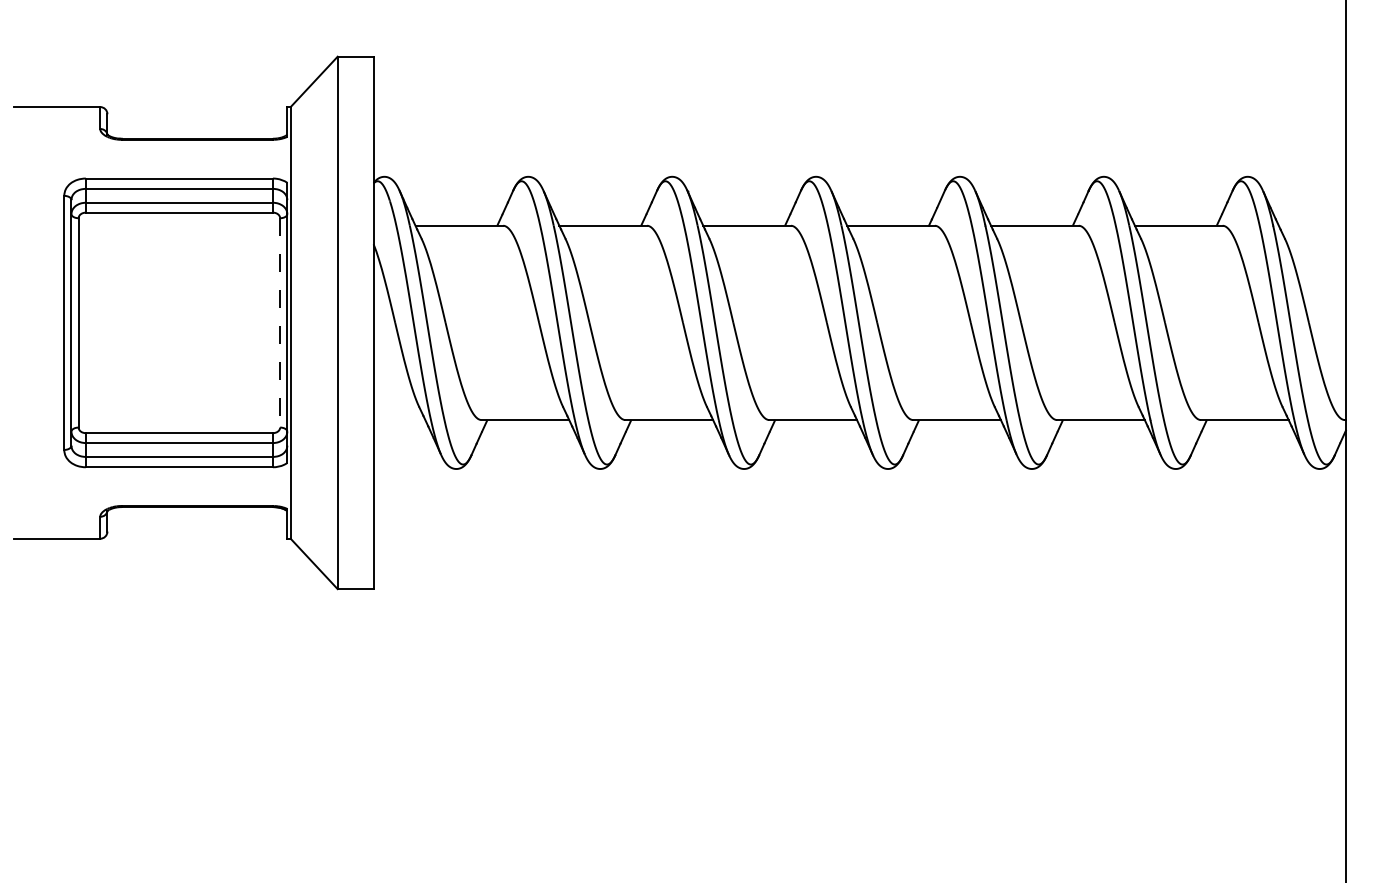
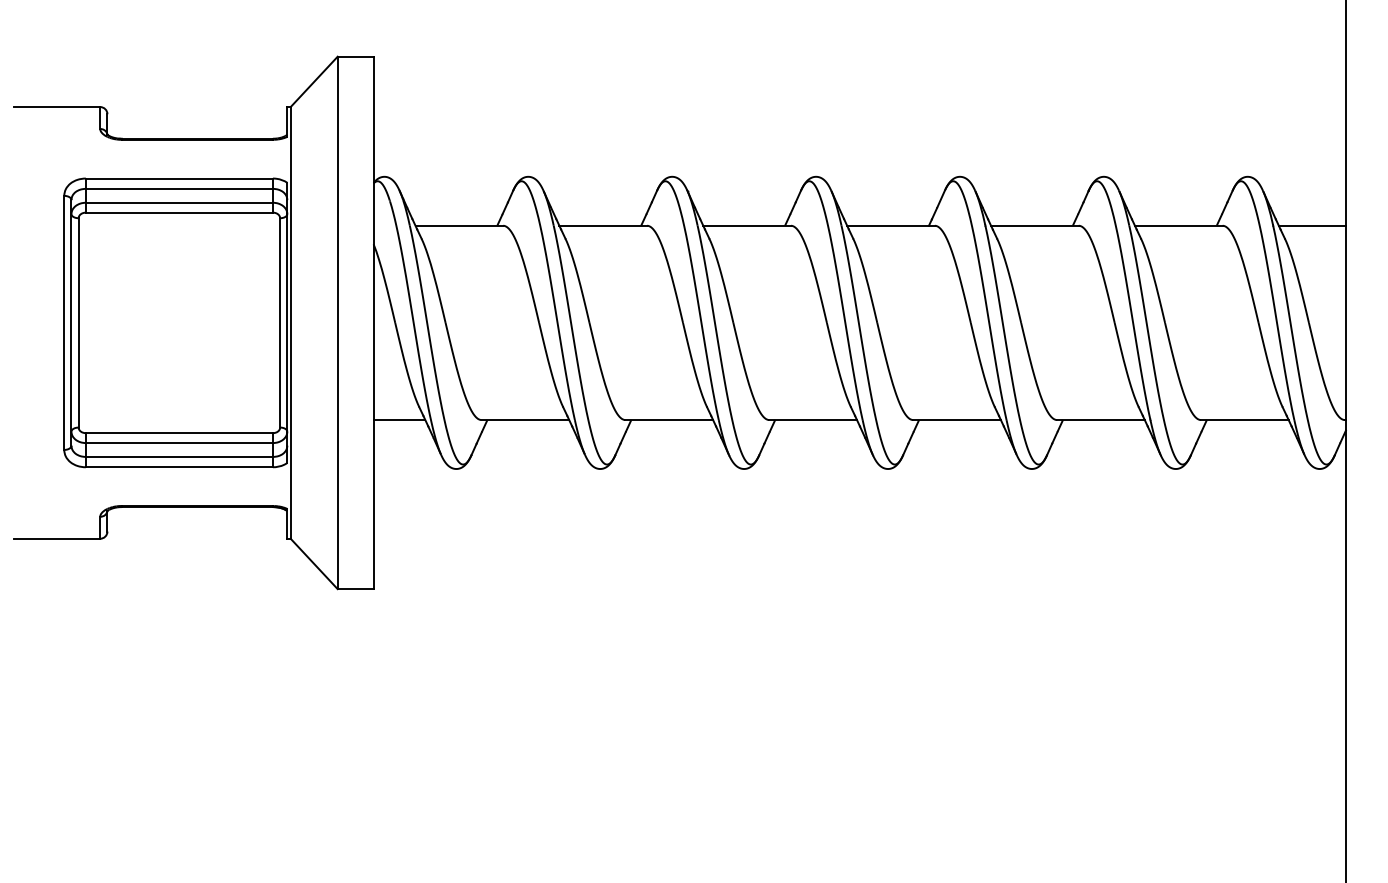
line at (1312, 225): none -> present
line at (280, 322): dashed -> solid
line at (399, 420): none -> present
